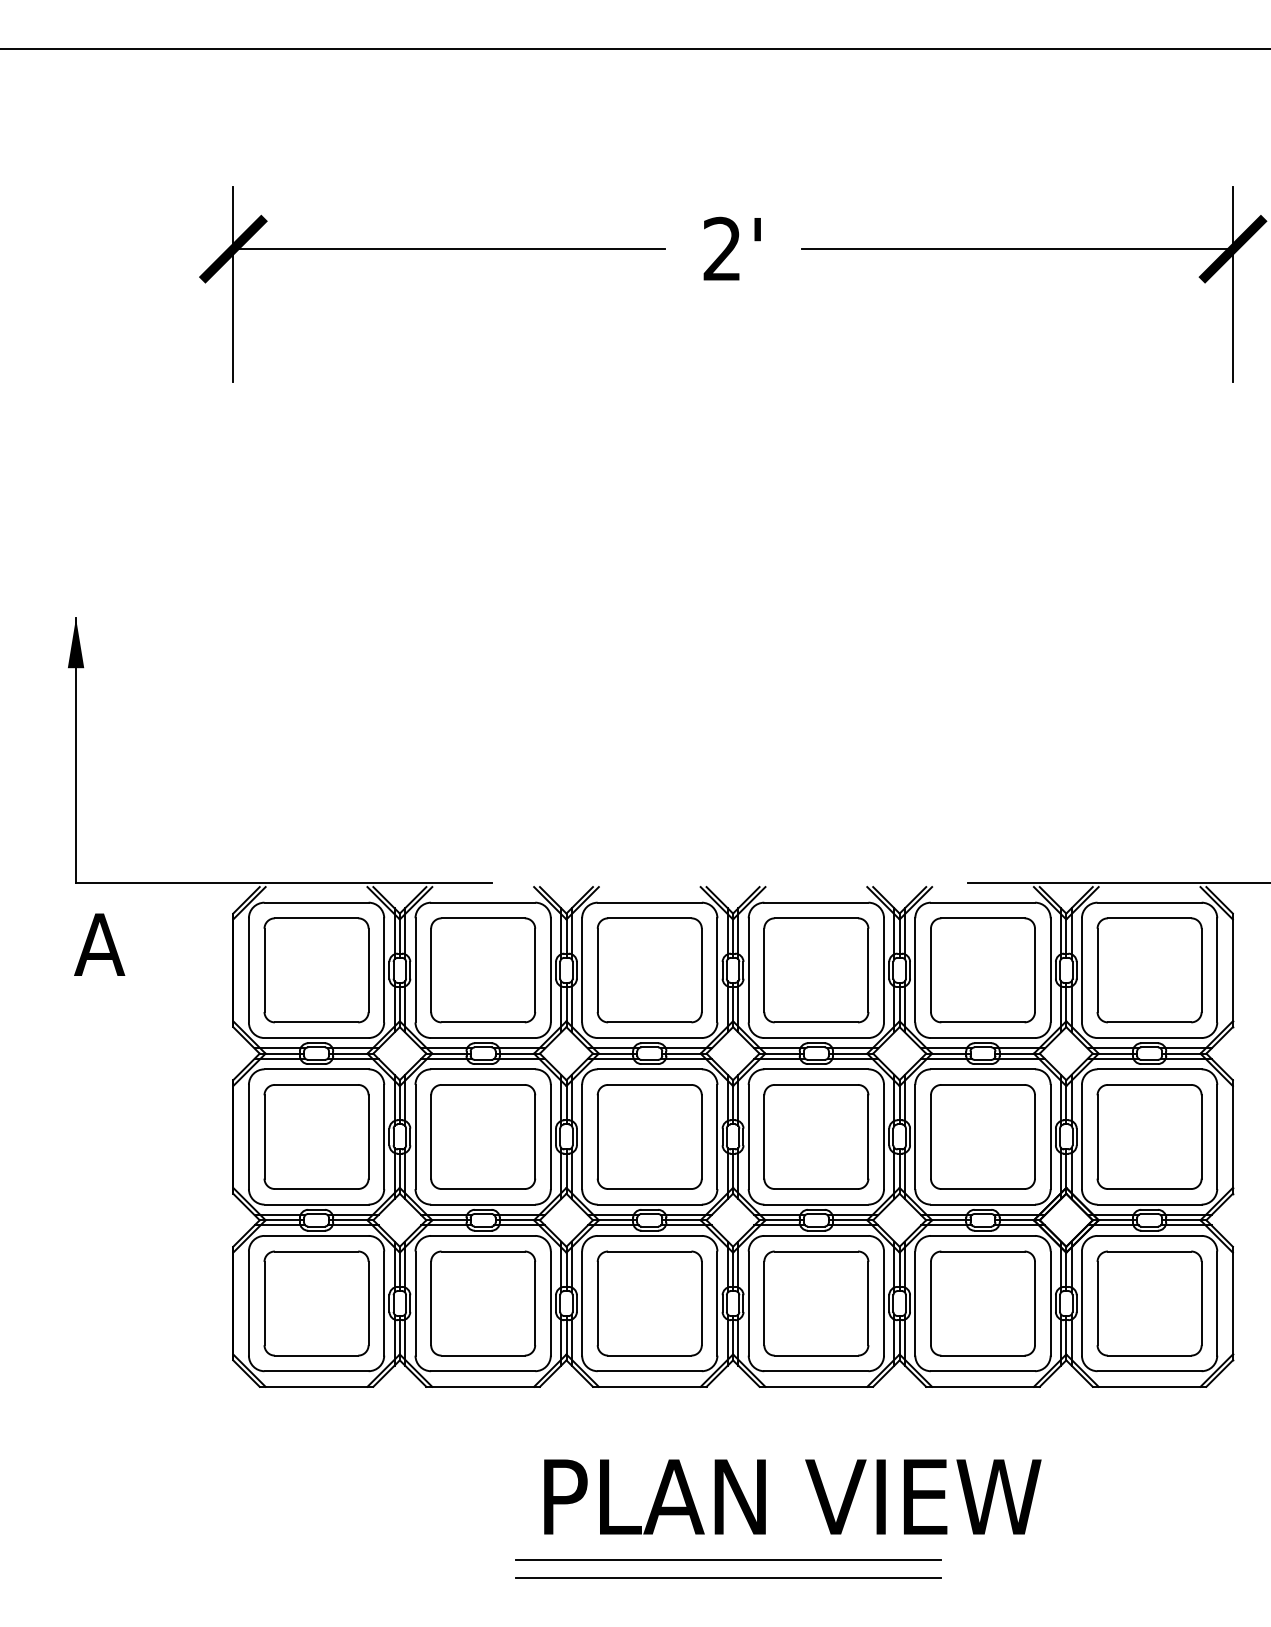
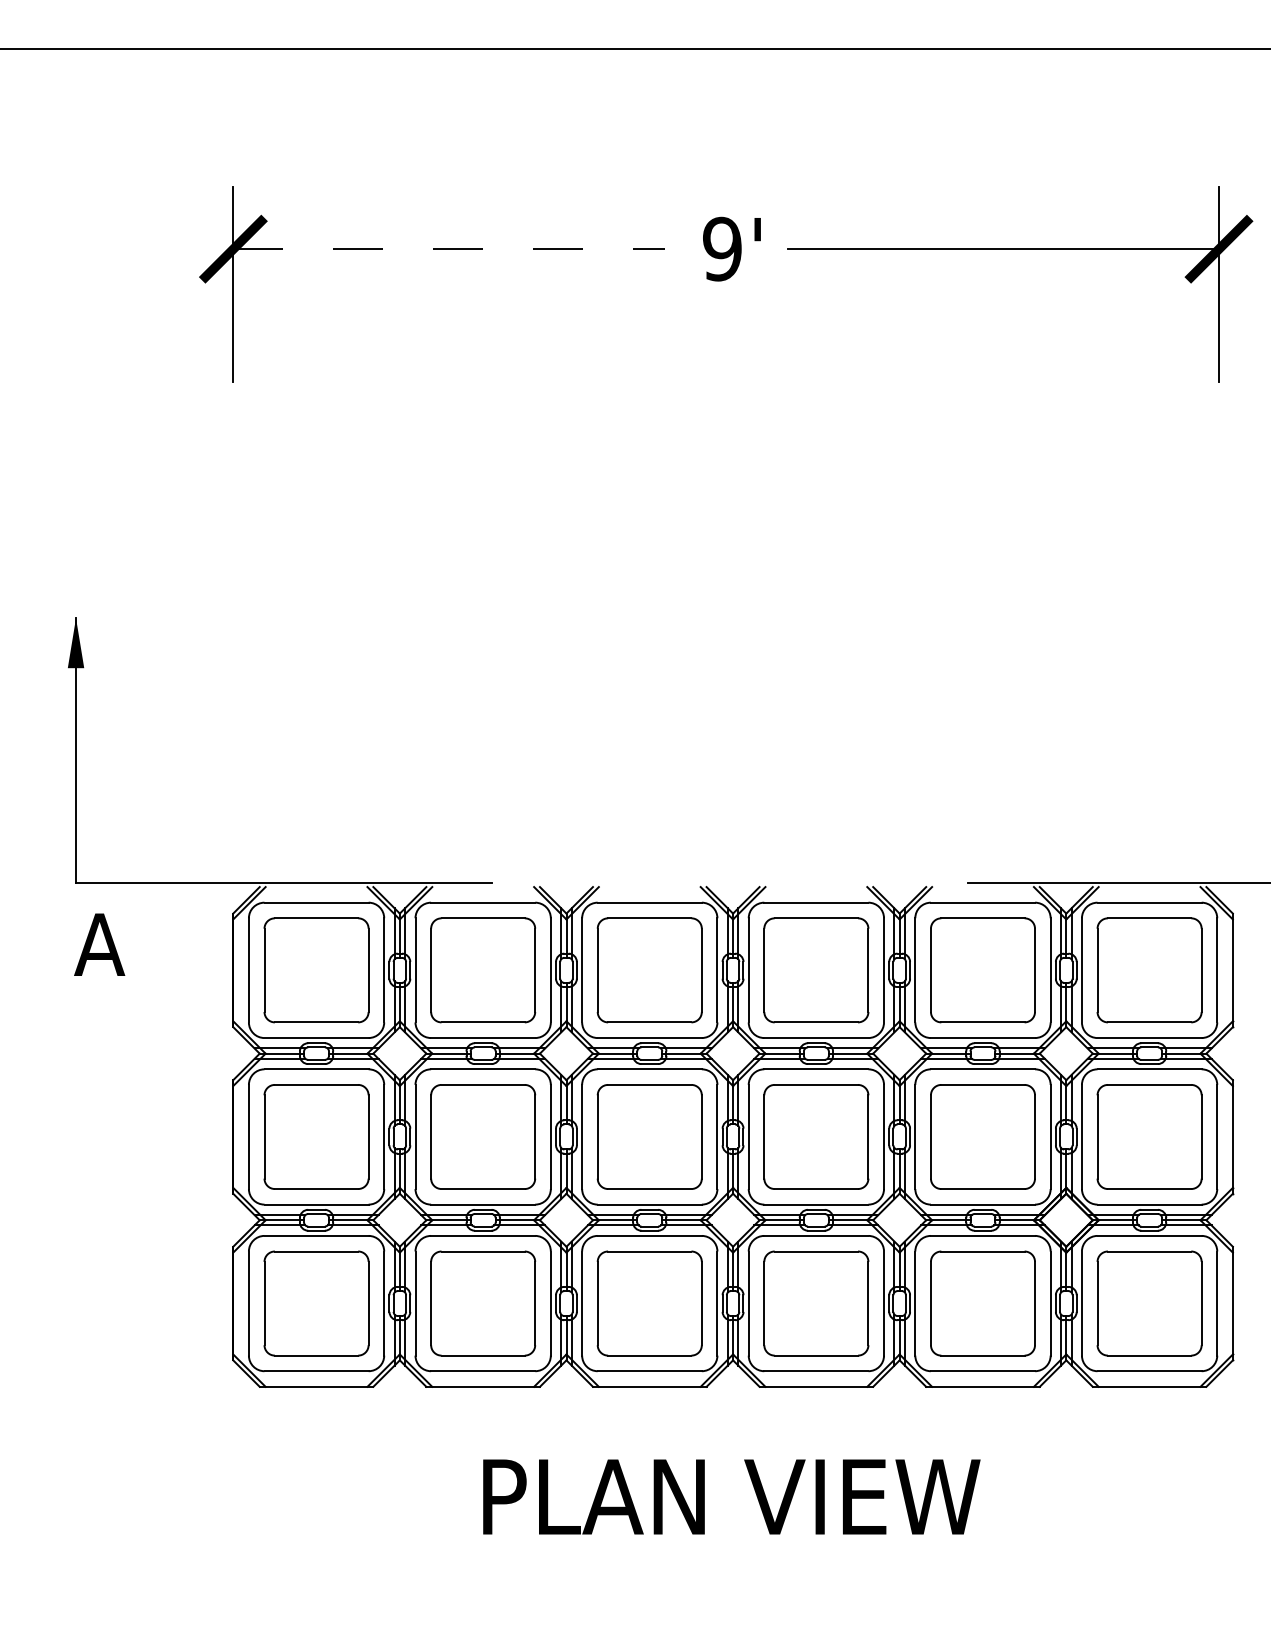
line at (449, 249): solid -> dashed
text at (722, 249): 2' -> 9'
part at (1034, 249) position: (1034, 249) -> (1020, 249)
text at (792, 1496) position: (792, 1496) -> (731, 1496)
line at (728, 1560): present -> none
line at (728, 1578): present -> none
